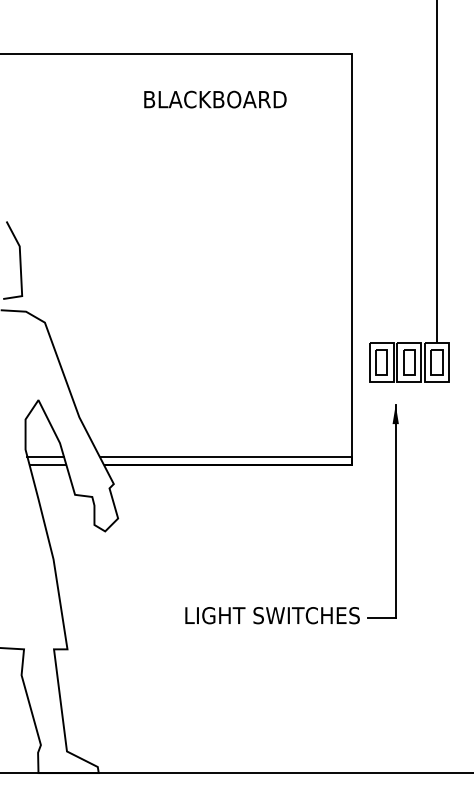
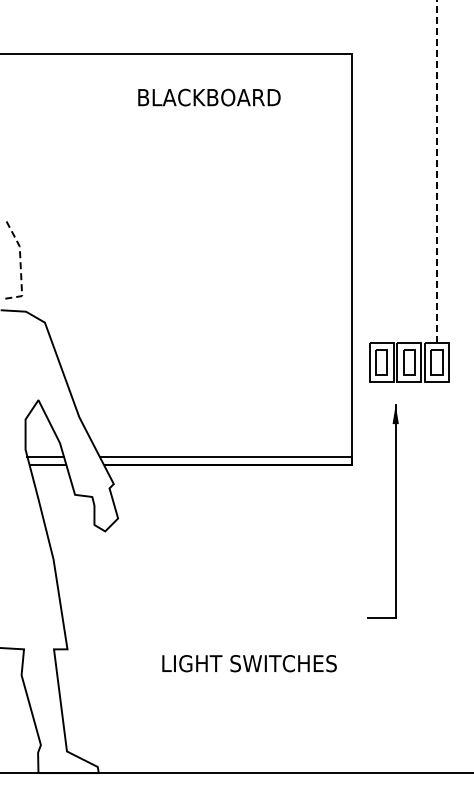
text at (215, 99) position: (215, 99) -> (209, 97)
line at (436, 172): solid -> dashed
line at (20, 267): solid -> dashed
text at (272, 615) position: (272, 615) -> (249, 663)
